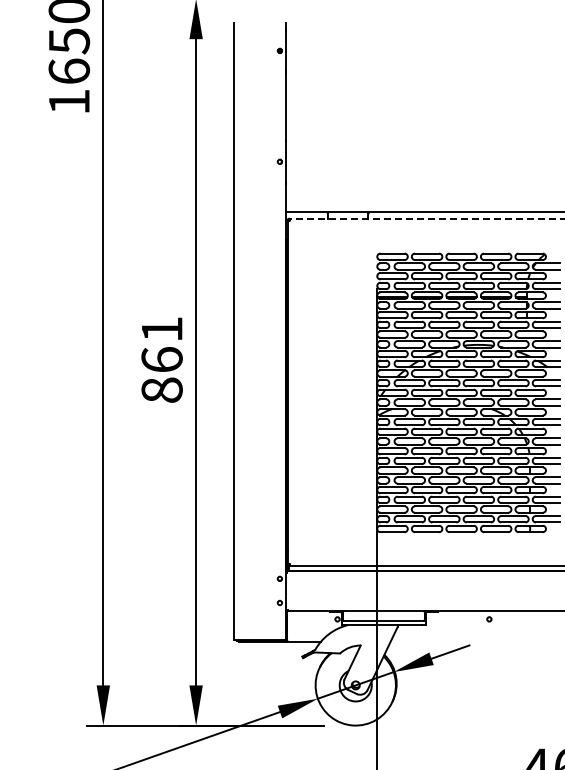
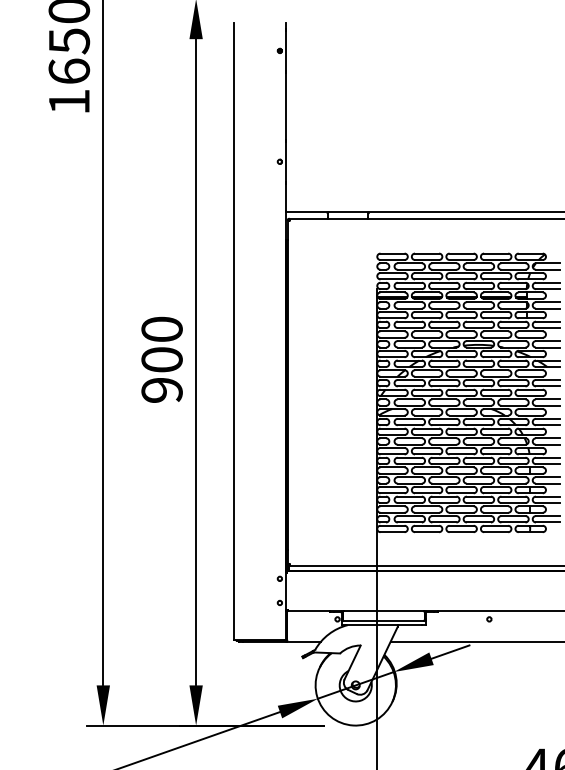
line at (426, 218): dashed -> solid
text at (161, 359): 861 -> 900
line at (475, 642): none -> present
